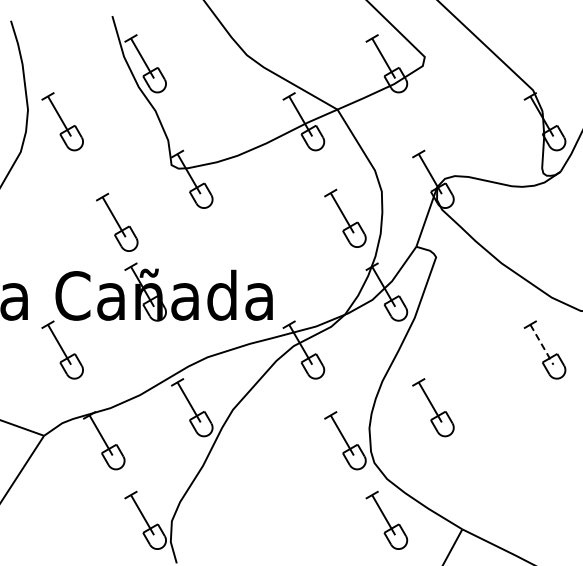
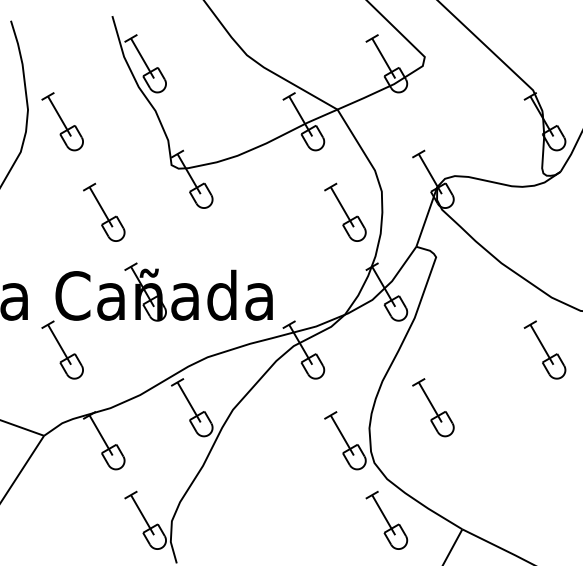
part at (345, 217) position: (345, 217) -> (345, 211)
part at (117, 221) position: (117, 221) -> (104, 211)
line at (542, 345): dashed -> solid
